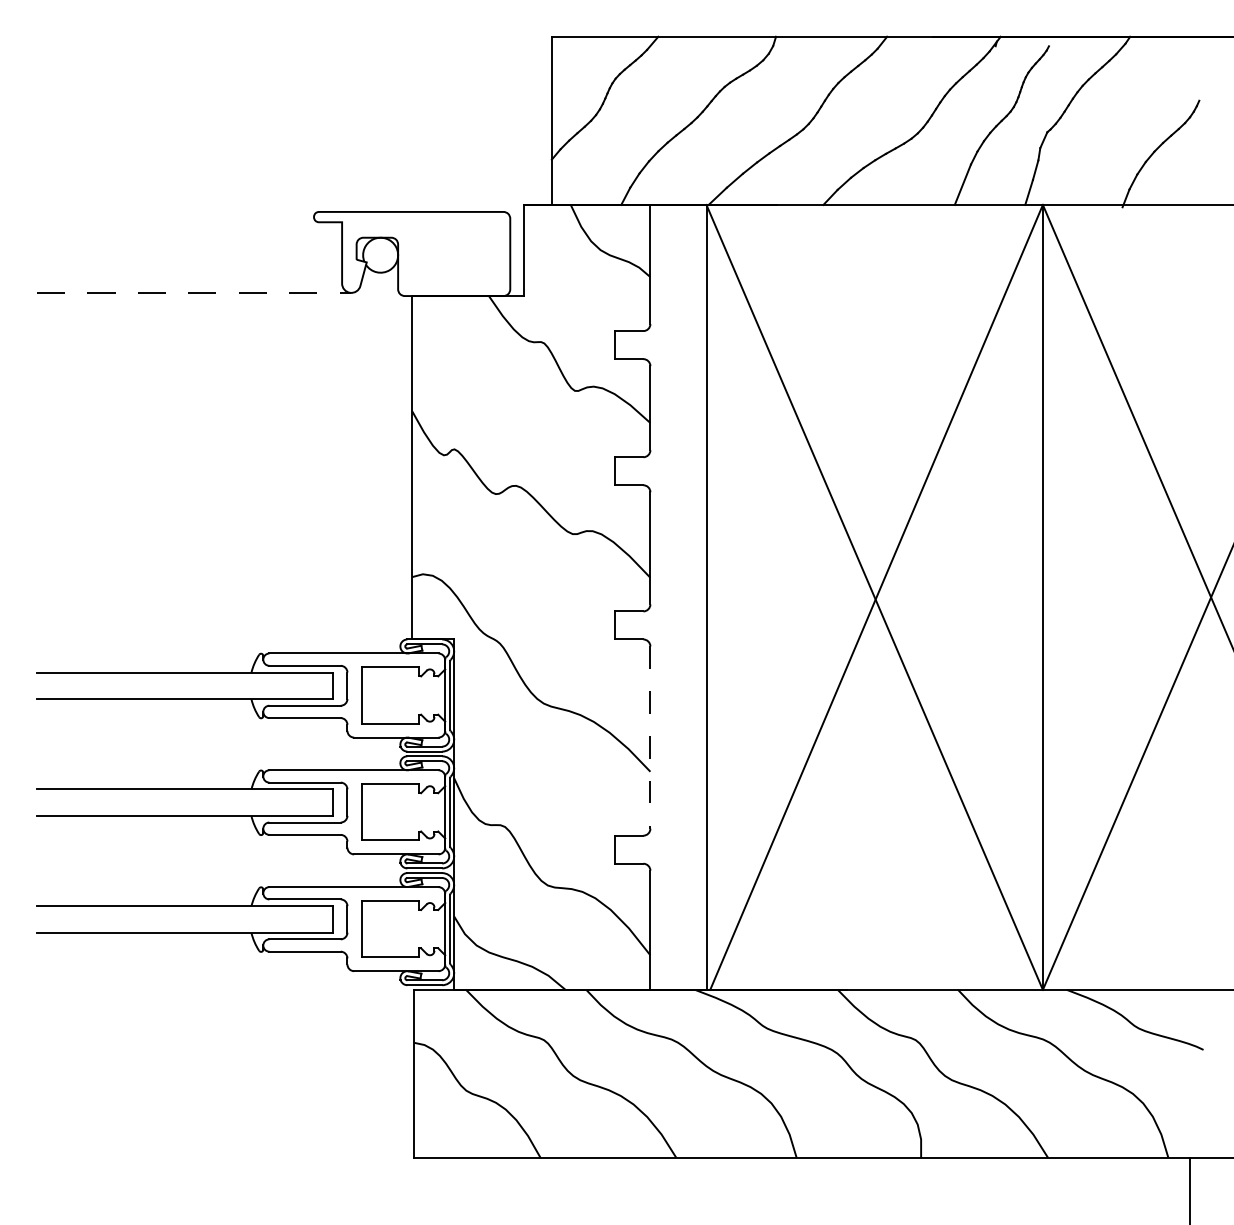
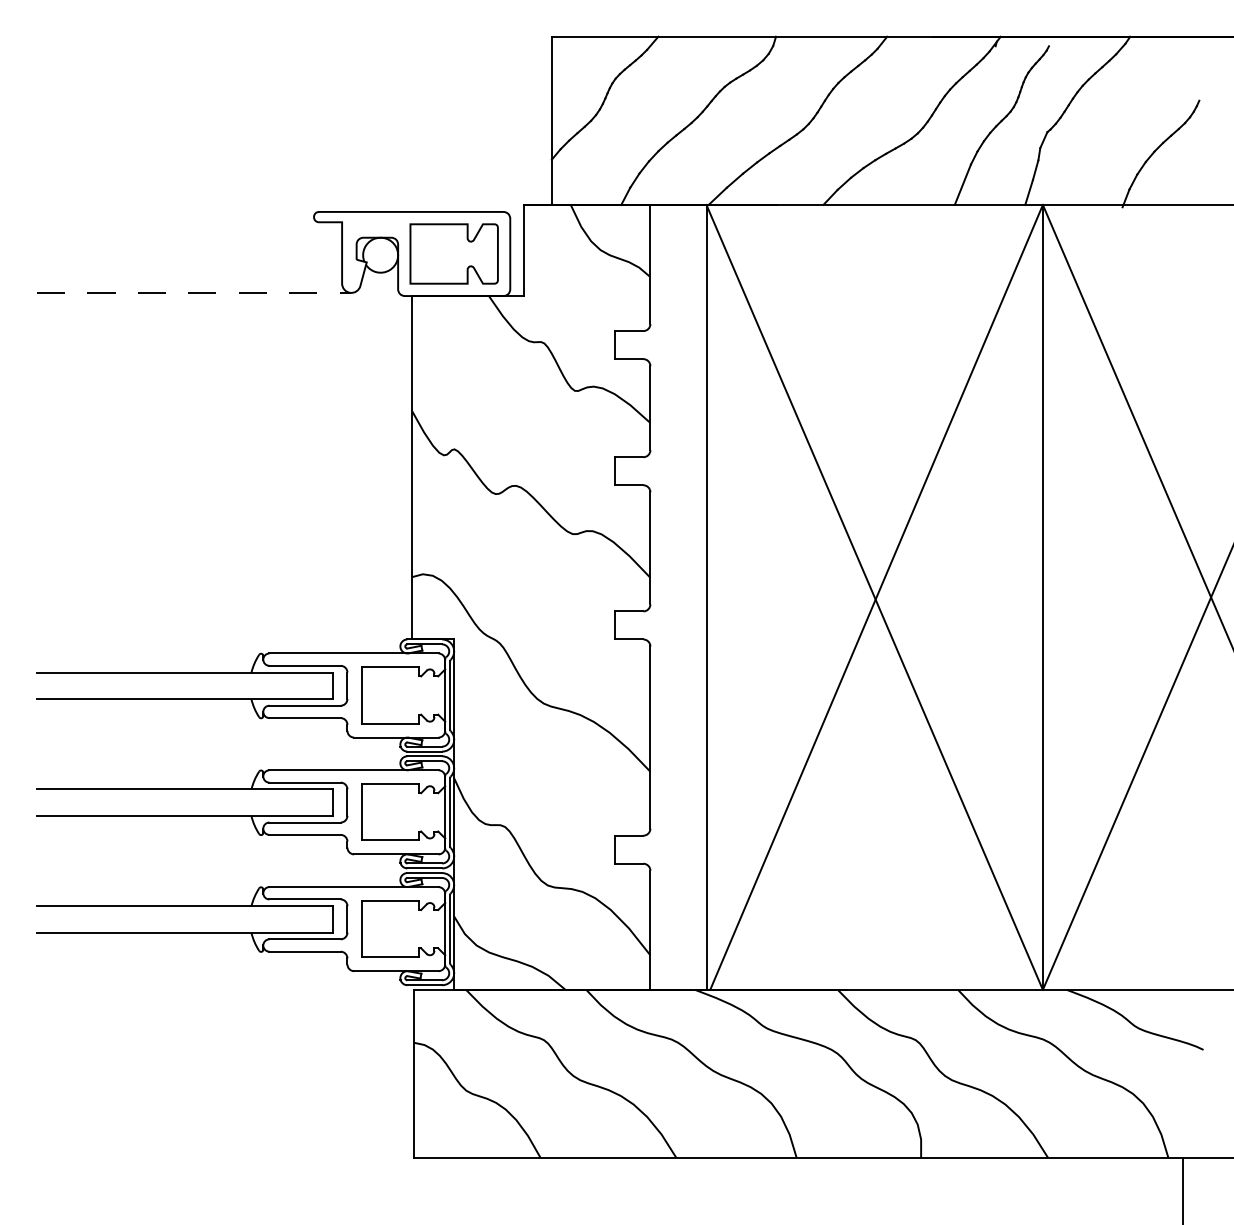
part at (453, 253): none -> present
line at (650, 738): dashed -> solid
line at (1190, 1189) position: (1190, 1189) -> (1183, 1189)
